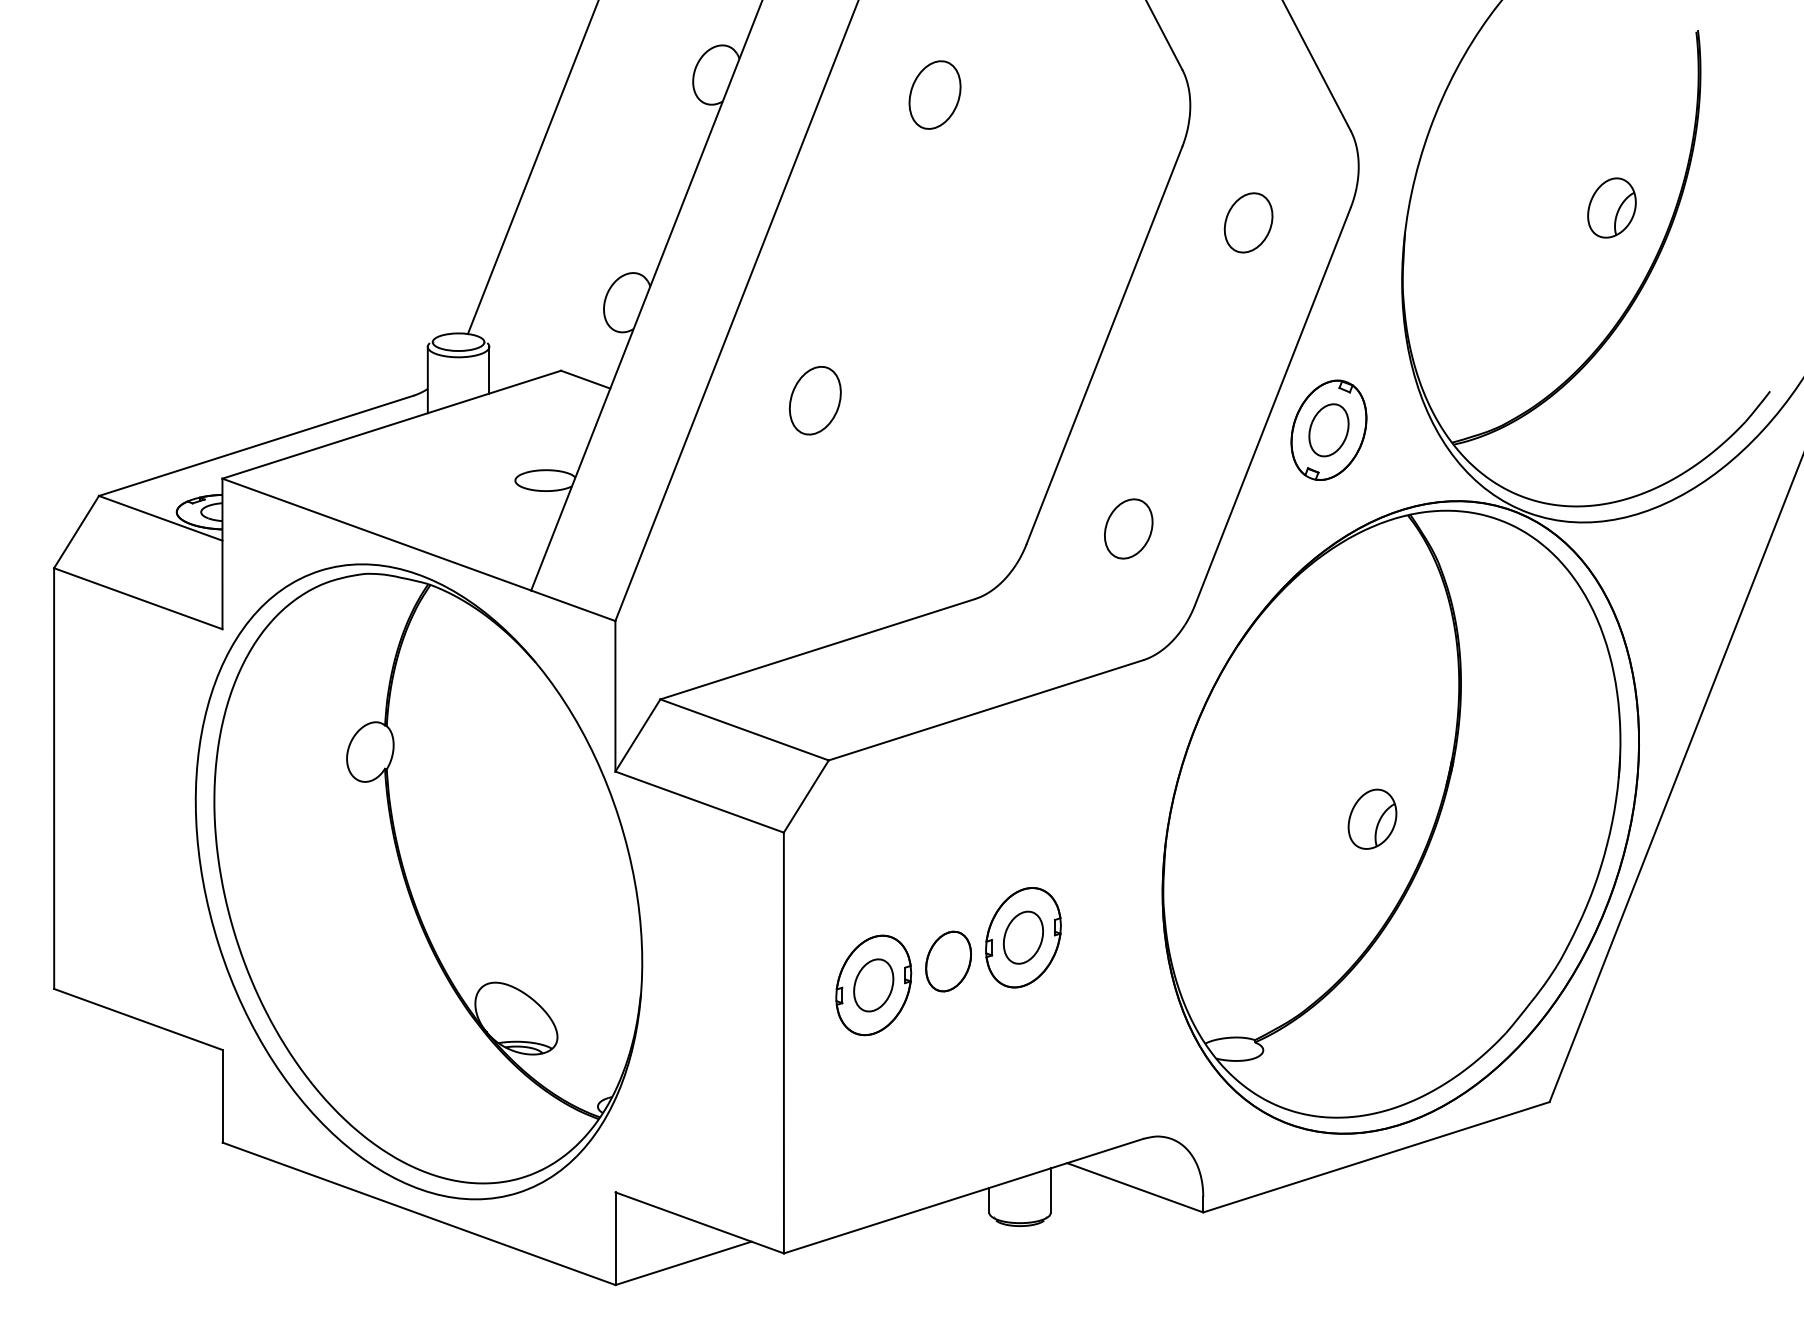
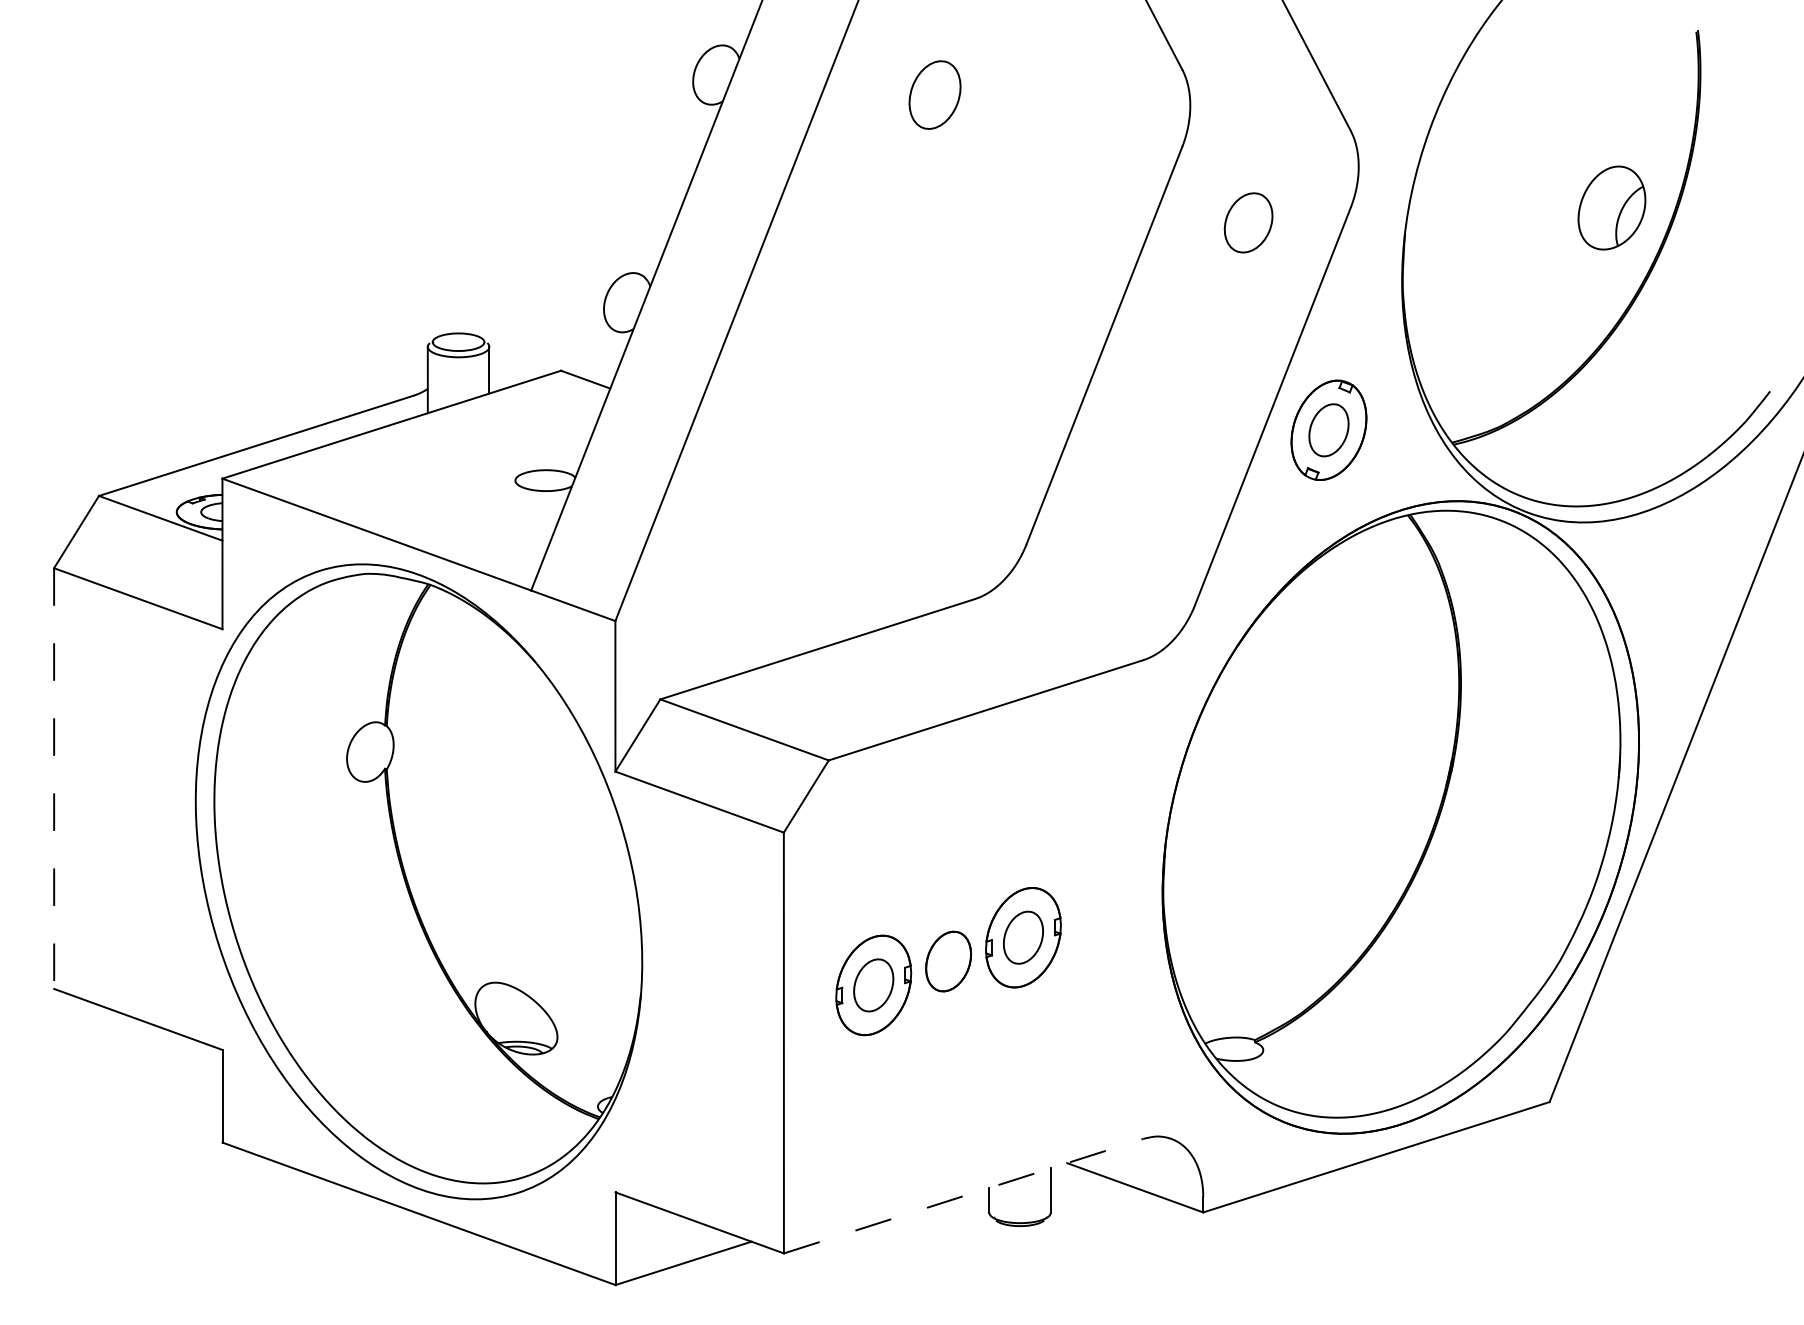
line at (532, 168): present -> none
part at (1611, 207) size: 50x62 px -> 70x86 px
part at (814, 400): present -> none
part at (1128, 528): present -> none
line at (54, 779): solid -> dashed
part at (1372, 818): present -> none
line at (963, 1196): solid -> dashed
